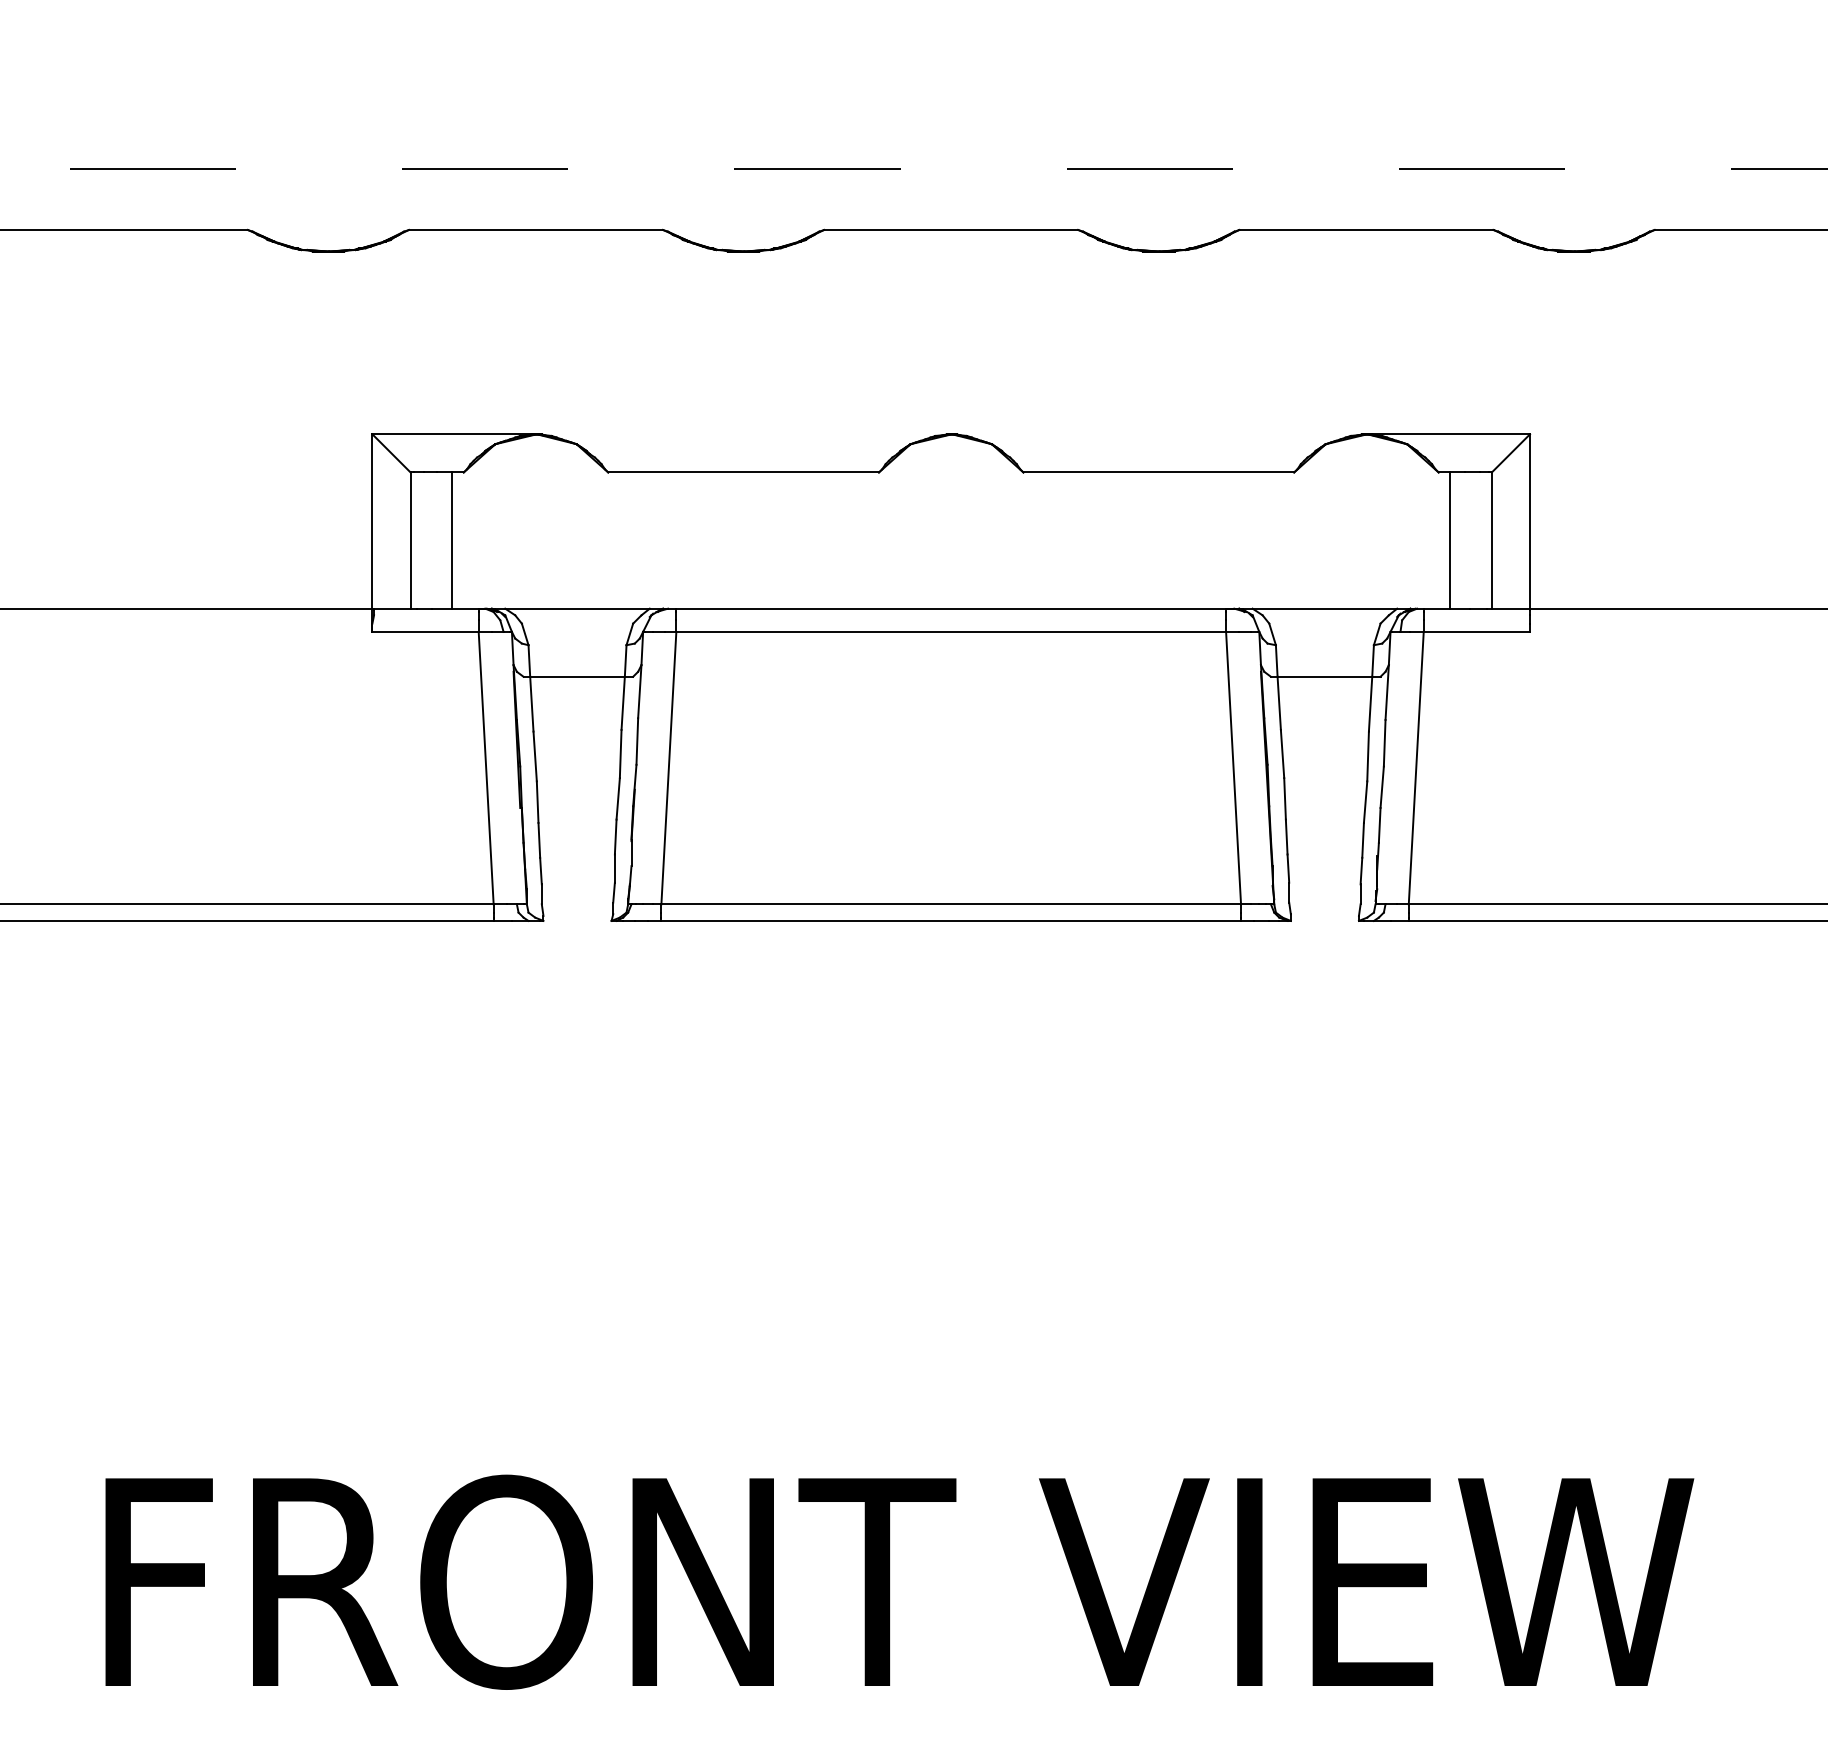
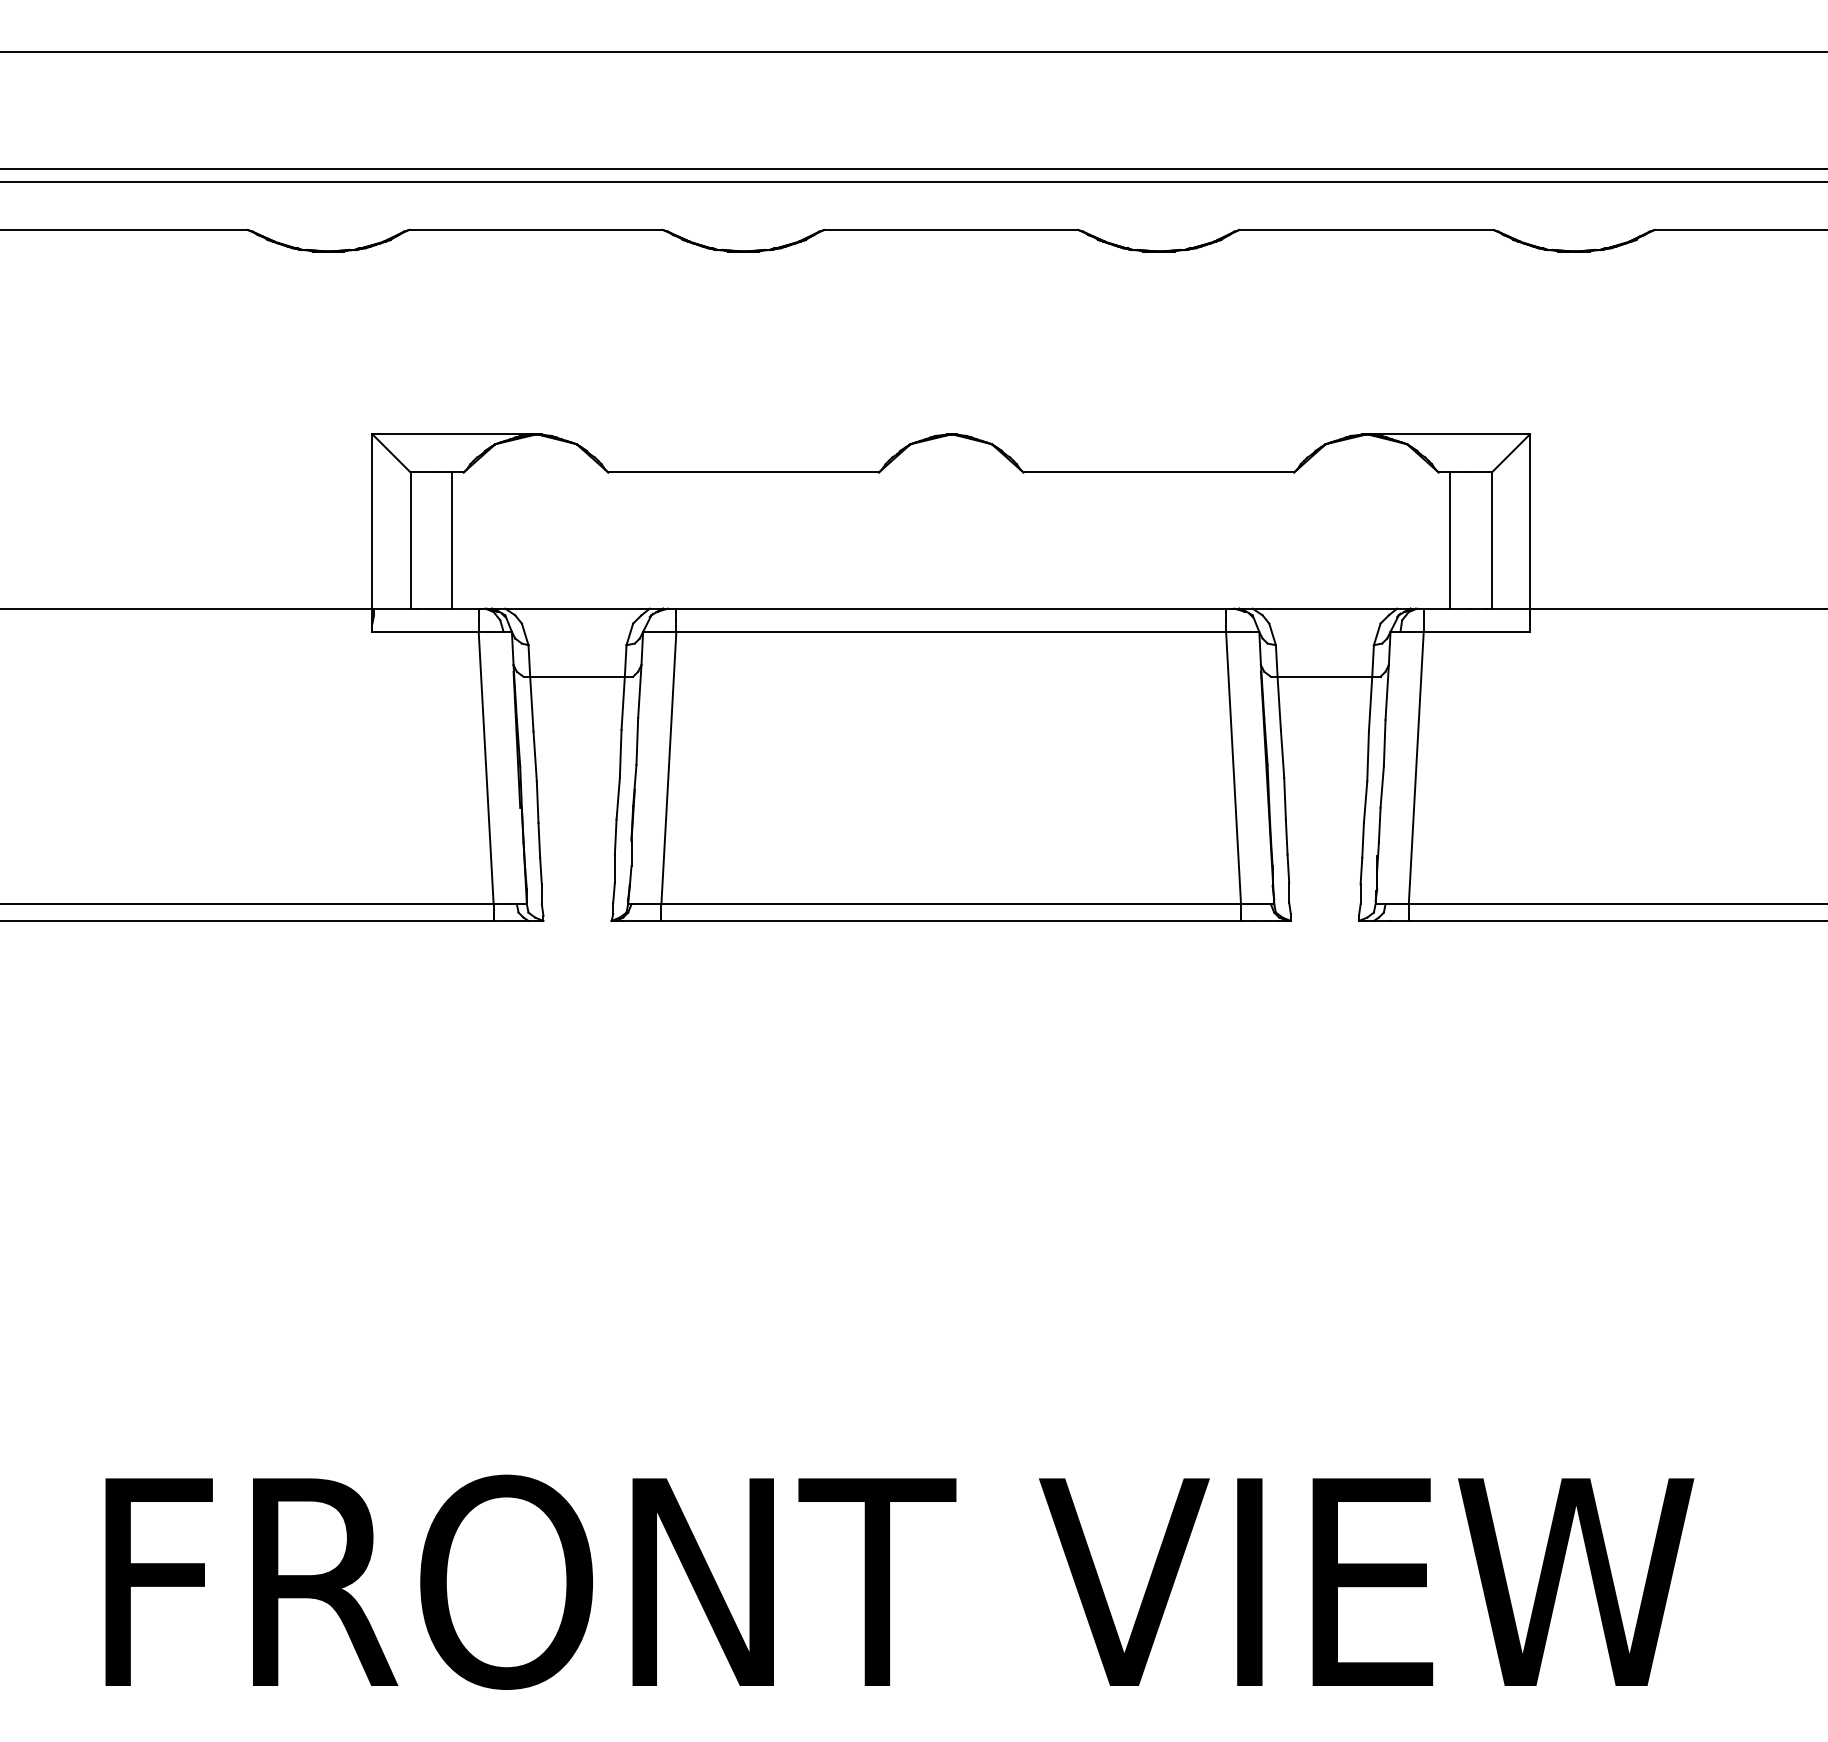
line at (913, 52): none -> present
line at (914, 168): dashed -> solid
line at (913, 181): none -> present
